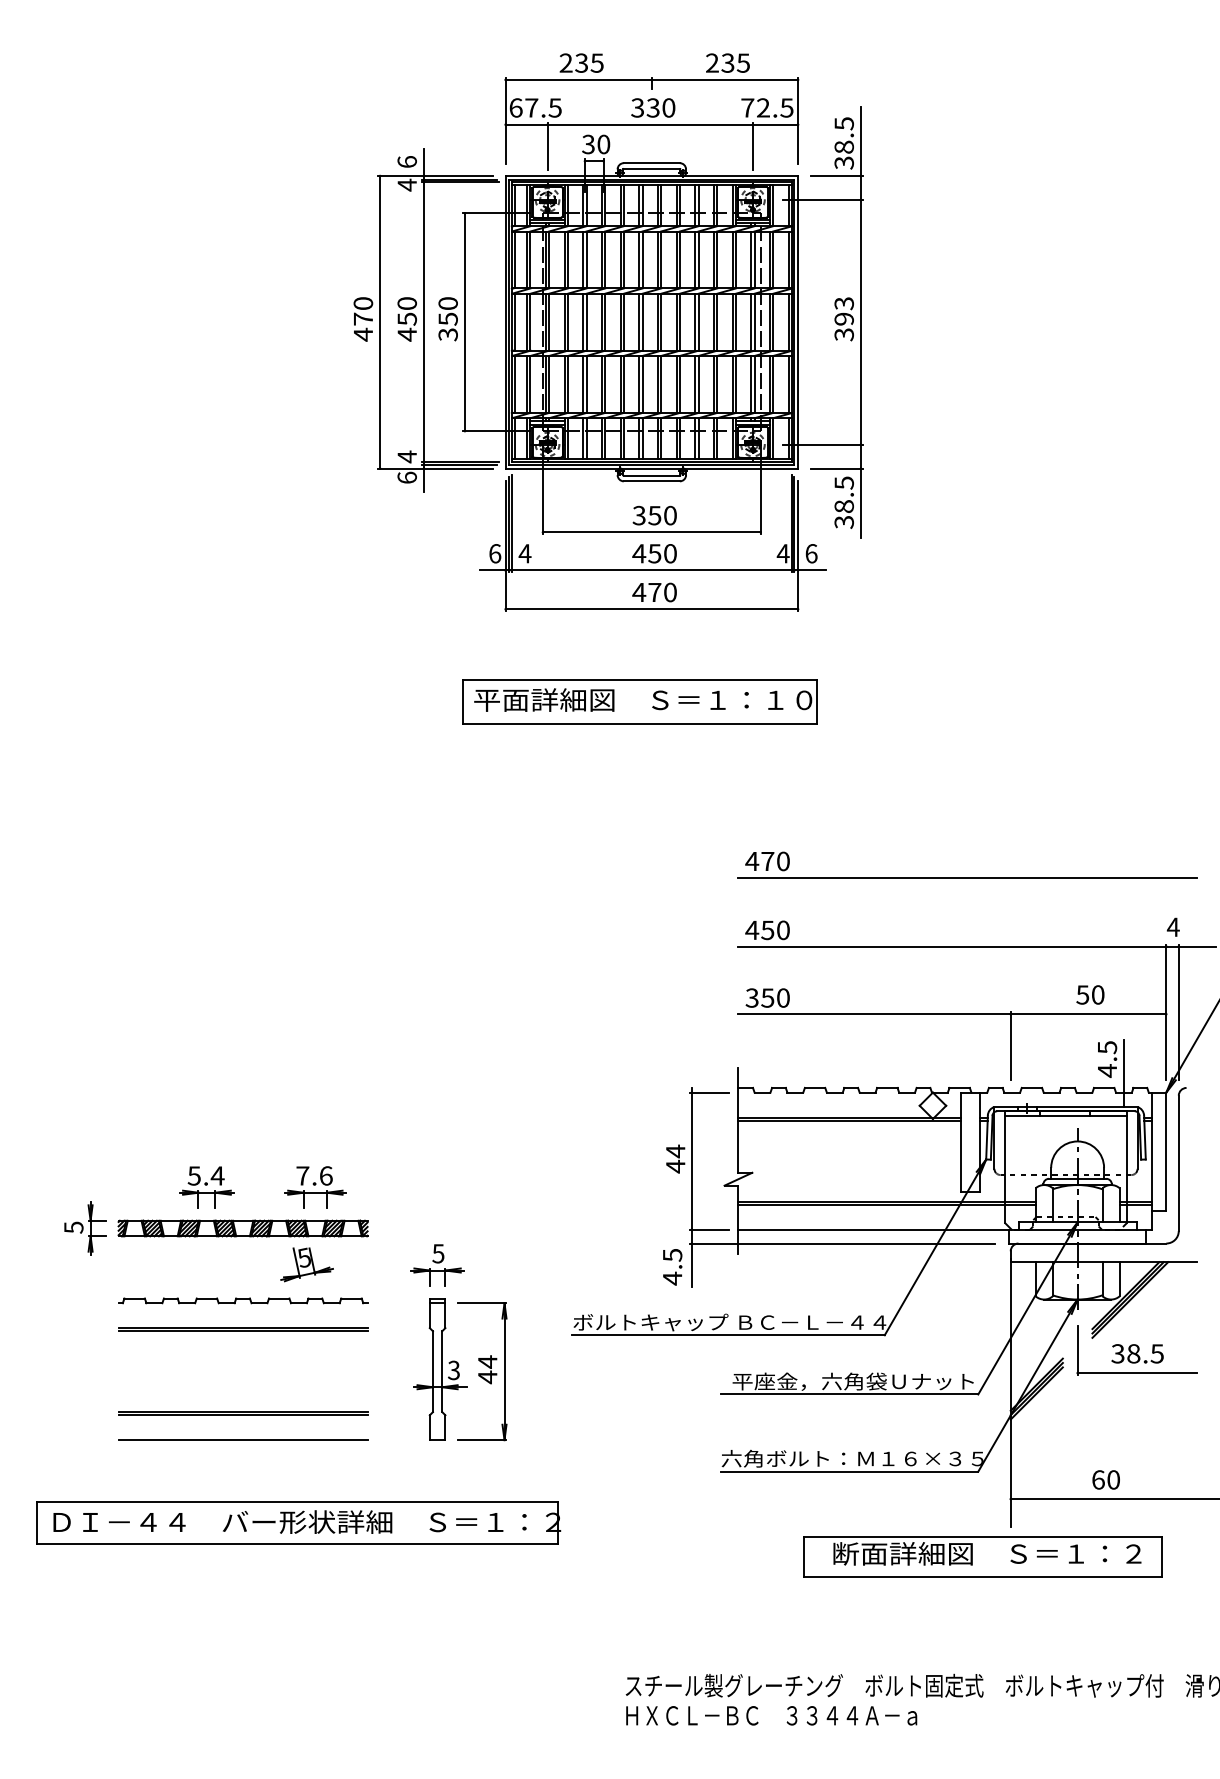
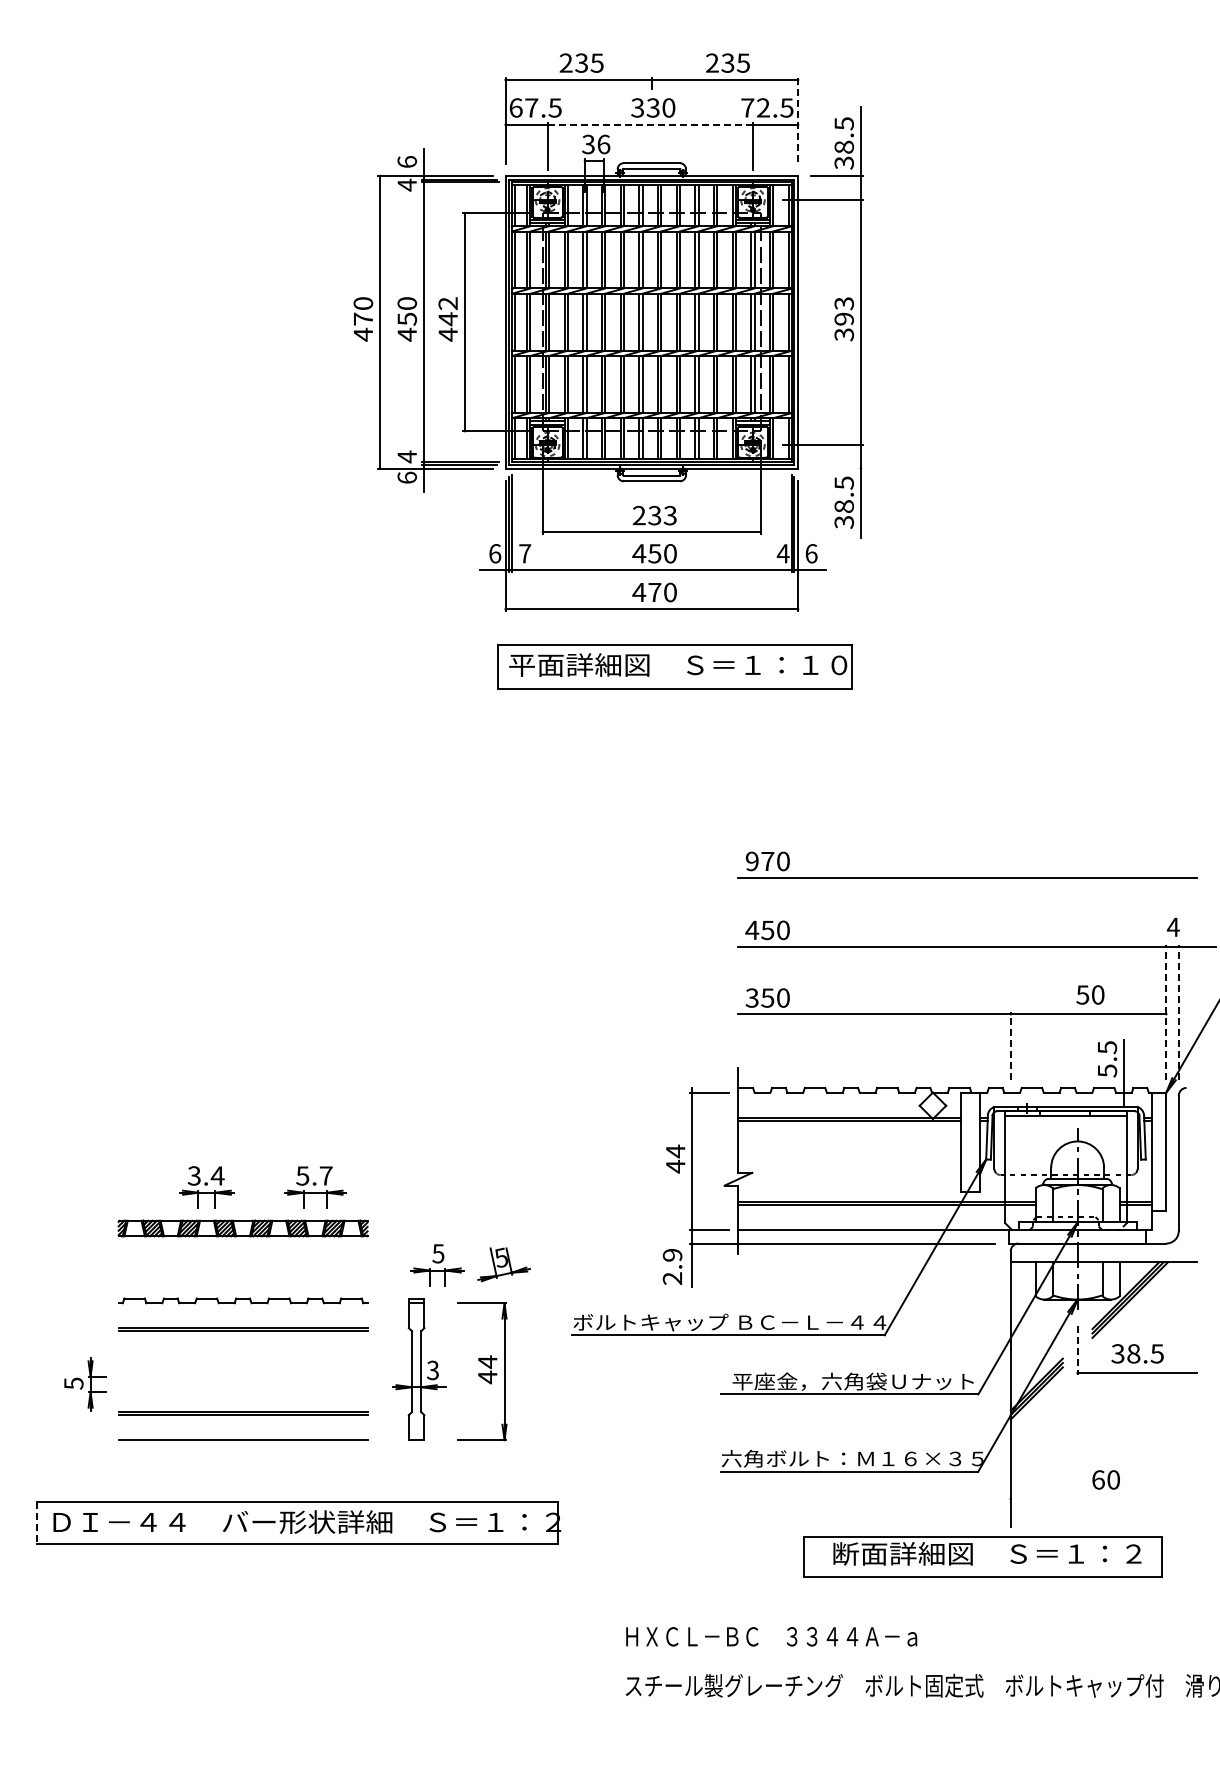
line at (798, 120): solid -> dashed
line at (650, 124): solid -> dashed
text at (603, 144): 30 -> 36
text at (447, 319): 350 -> 442
line at (836, 468): present -> none
text at (654, 515): 350 -> 233
text at (524, 553): 4 -> 7
part at (639, 701) position: (639, 701) -> (674, 666)
text at (752, 861): 470 -> 970
line at (1166, 1012): solid -> dashed
line at (1178, 1012): solid -> dashed
line at (1010, 1046): solid -> dashed
text at (1107, 1071): 4.5 -> 5.5
text at (194, 1175): 5.4 -> 3.4
text at (314, 1175): 7.6 -> 5.7
part at (85, 1228) position: (85, 1228) -> (85, 1384)
part at (306, 1264) position: (306, 1264) -> (503, 1264)
text at (672, 1267): 4.5 -> 2.9
line at (1077, 1351): solid -> dashed
part at (440, 1369) position: (440, 1369) -> (419, 1369)
line at (1113, 1499): present -> none
line at (36, 1523): solid -> dashed
text at (771, 1715) position: (771, 1715) -> (771, 1636)
